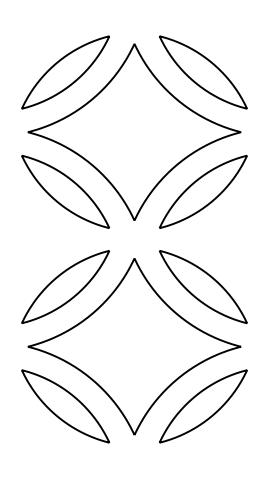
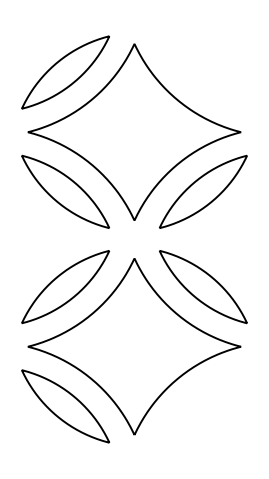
part at (203, 72): present -> none
part at (203, 406): present -> none
